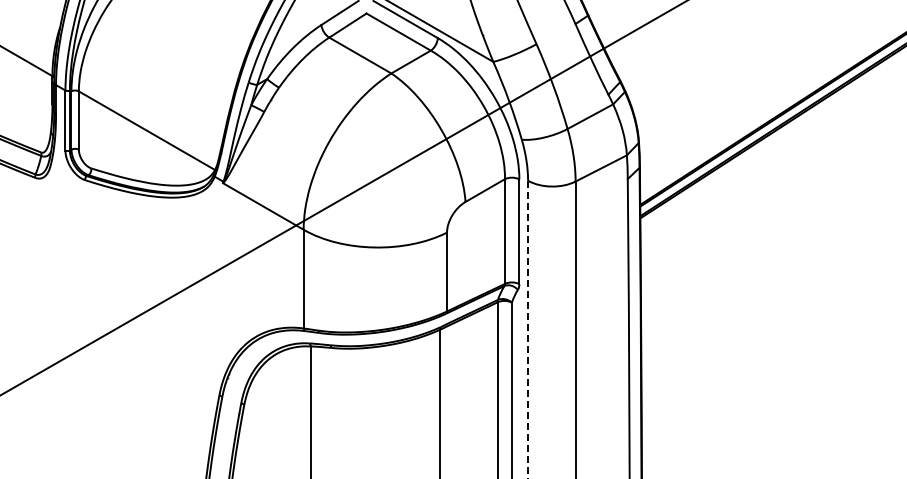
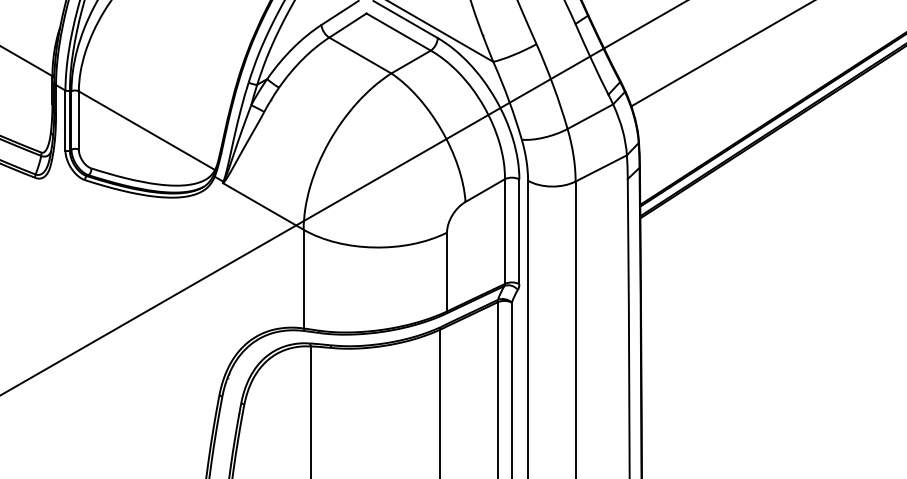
line at (721, 54): none -> present
line at (528, 329): dashed -> solid
